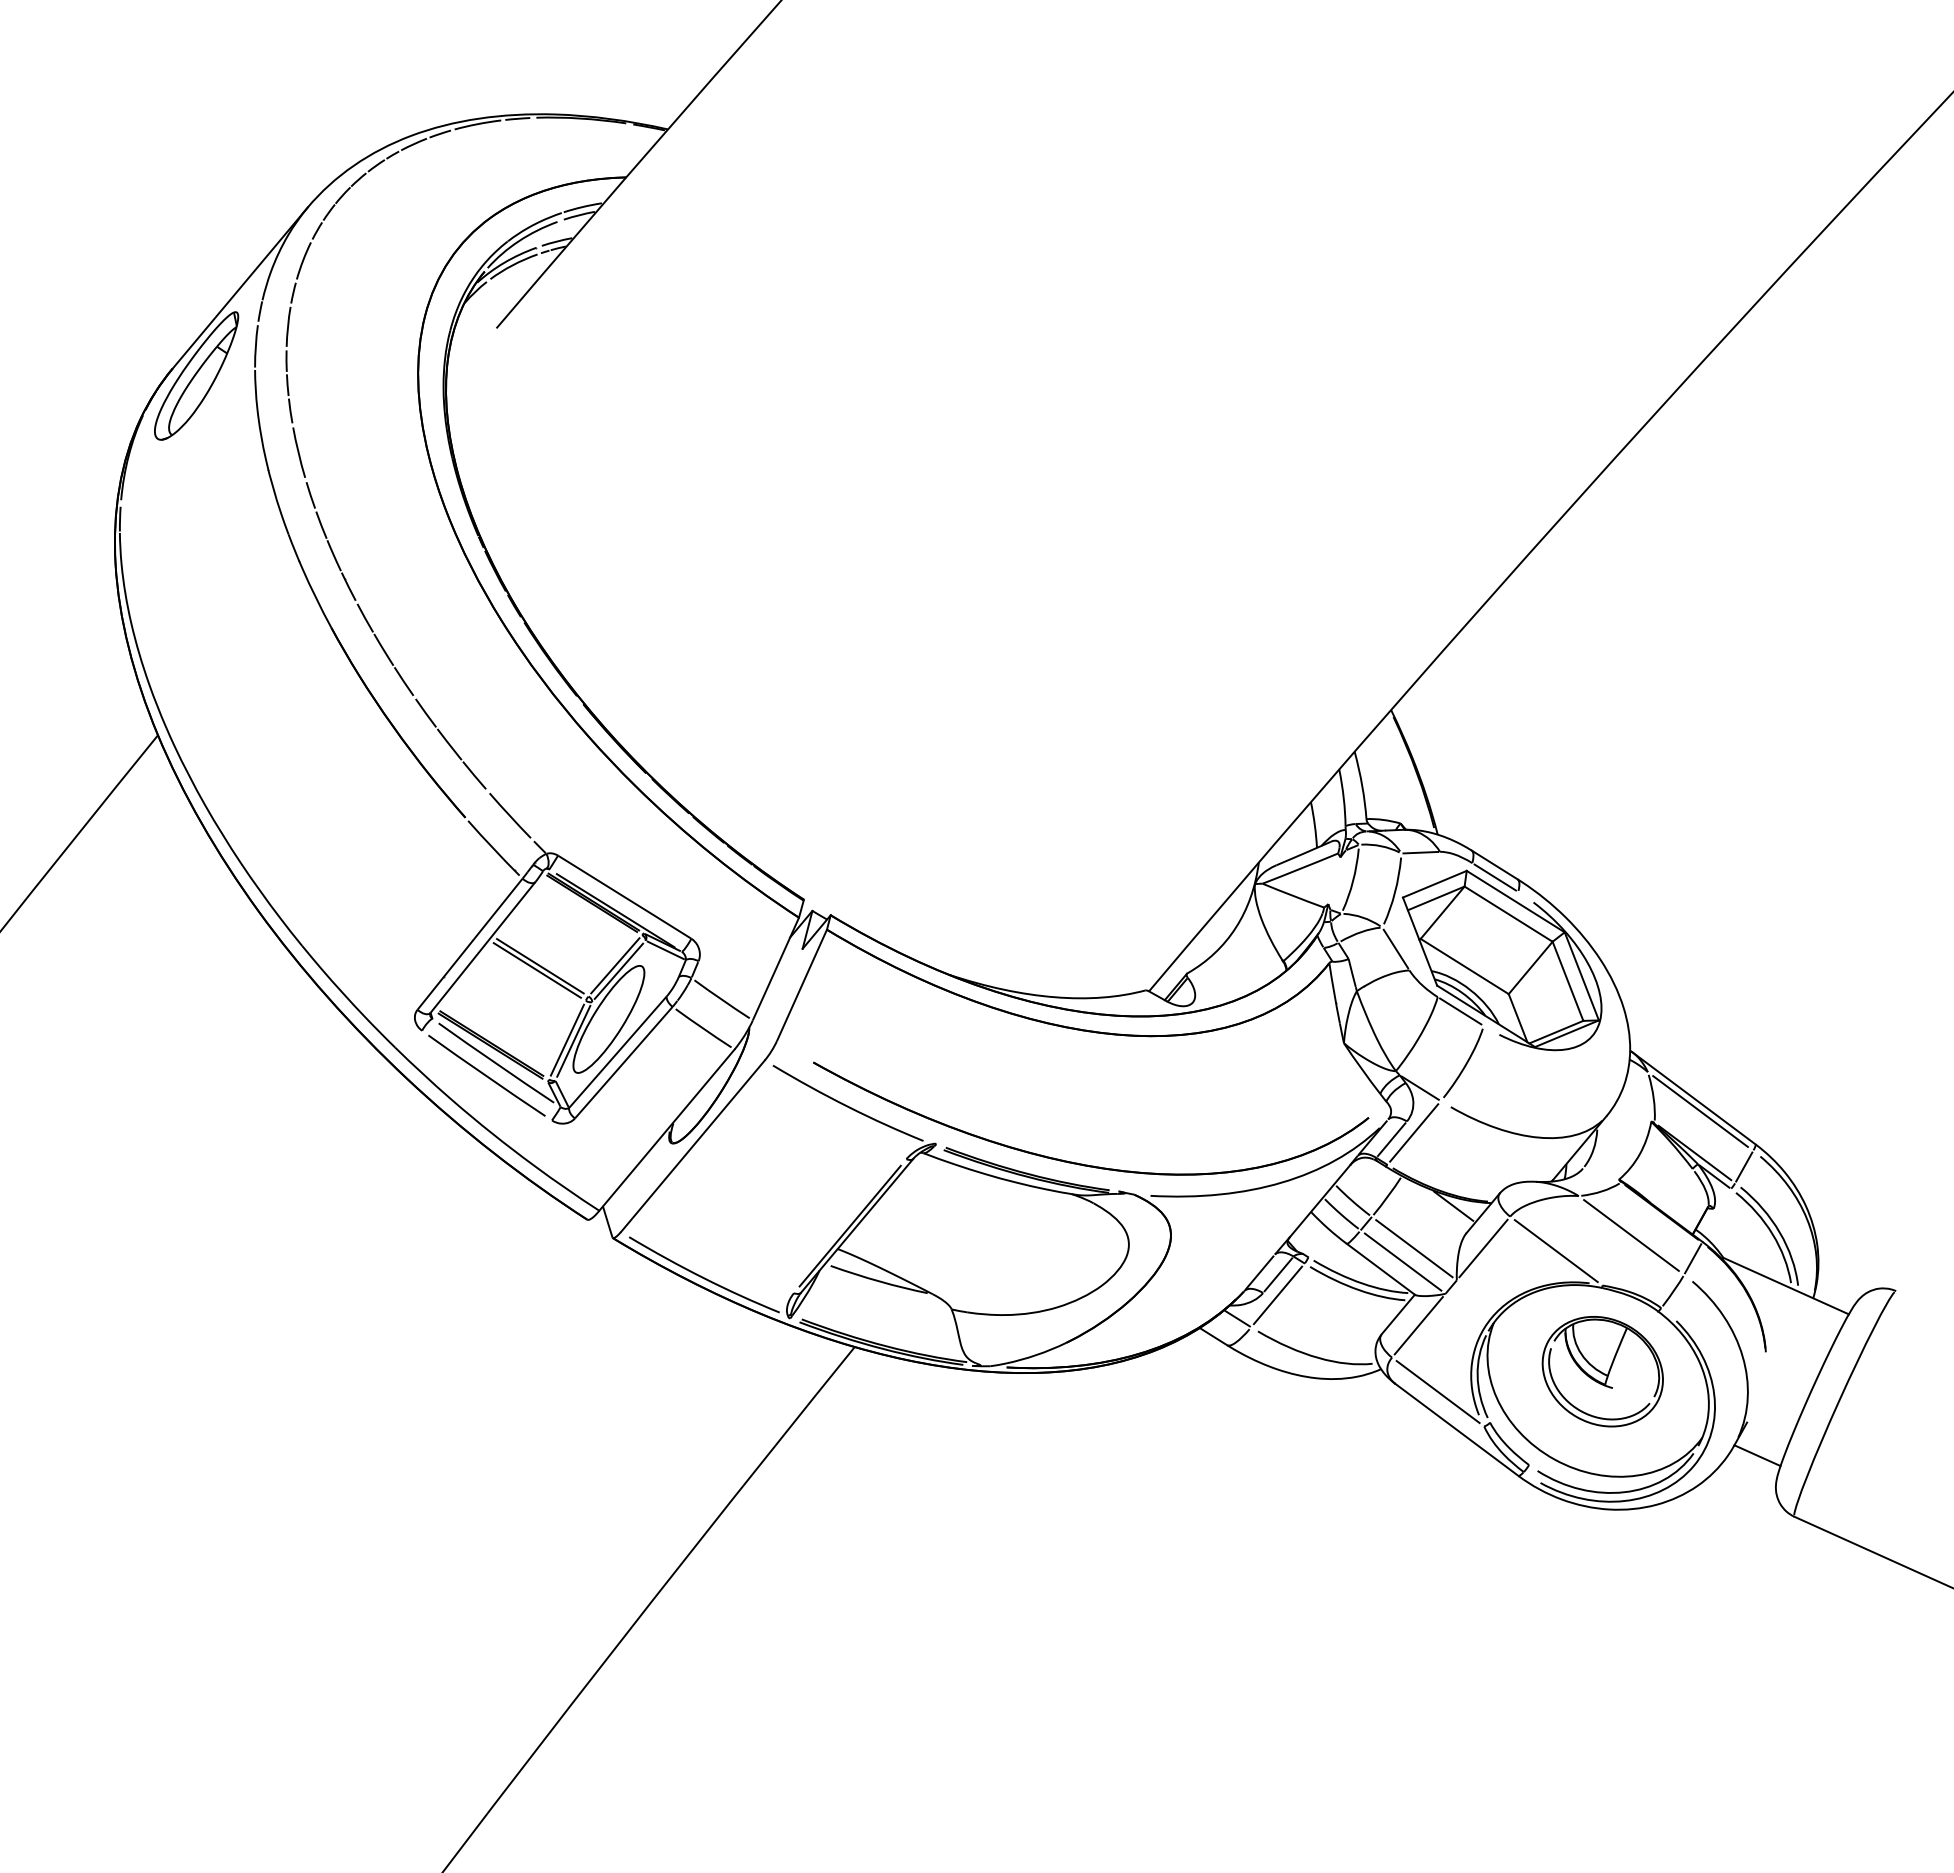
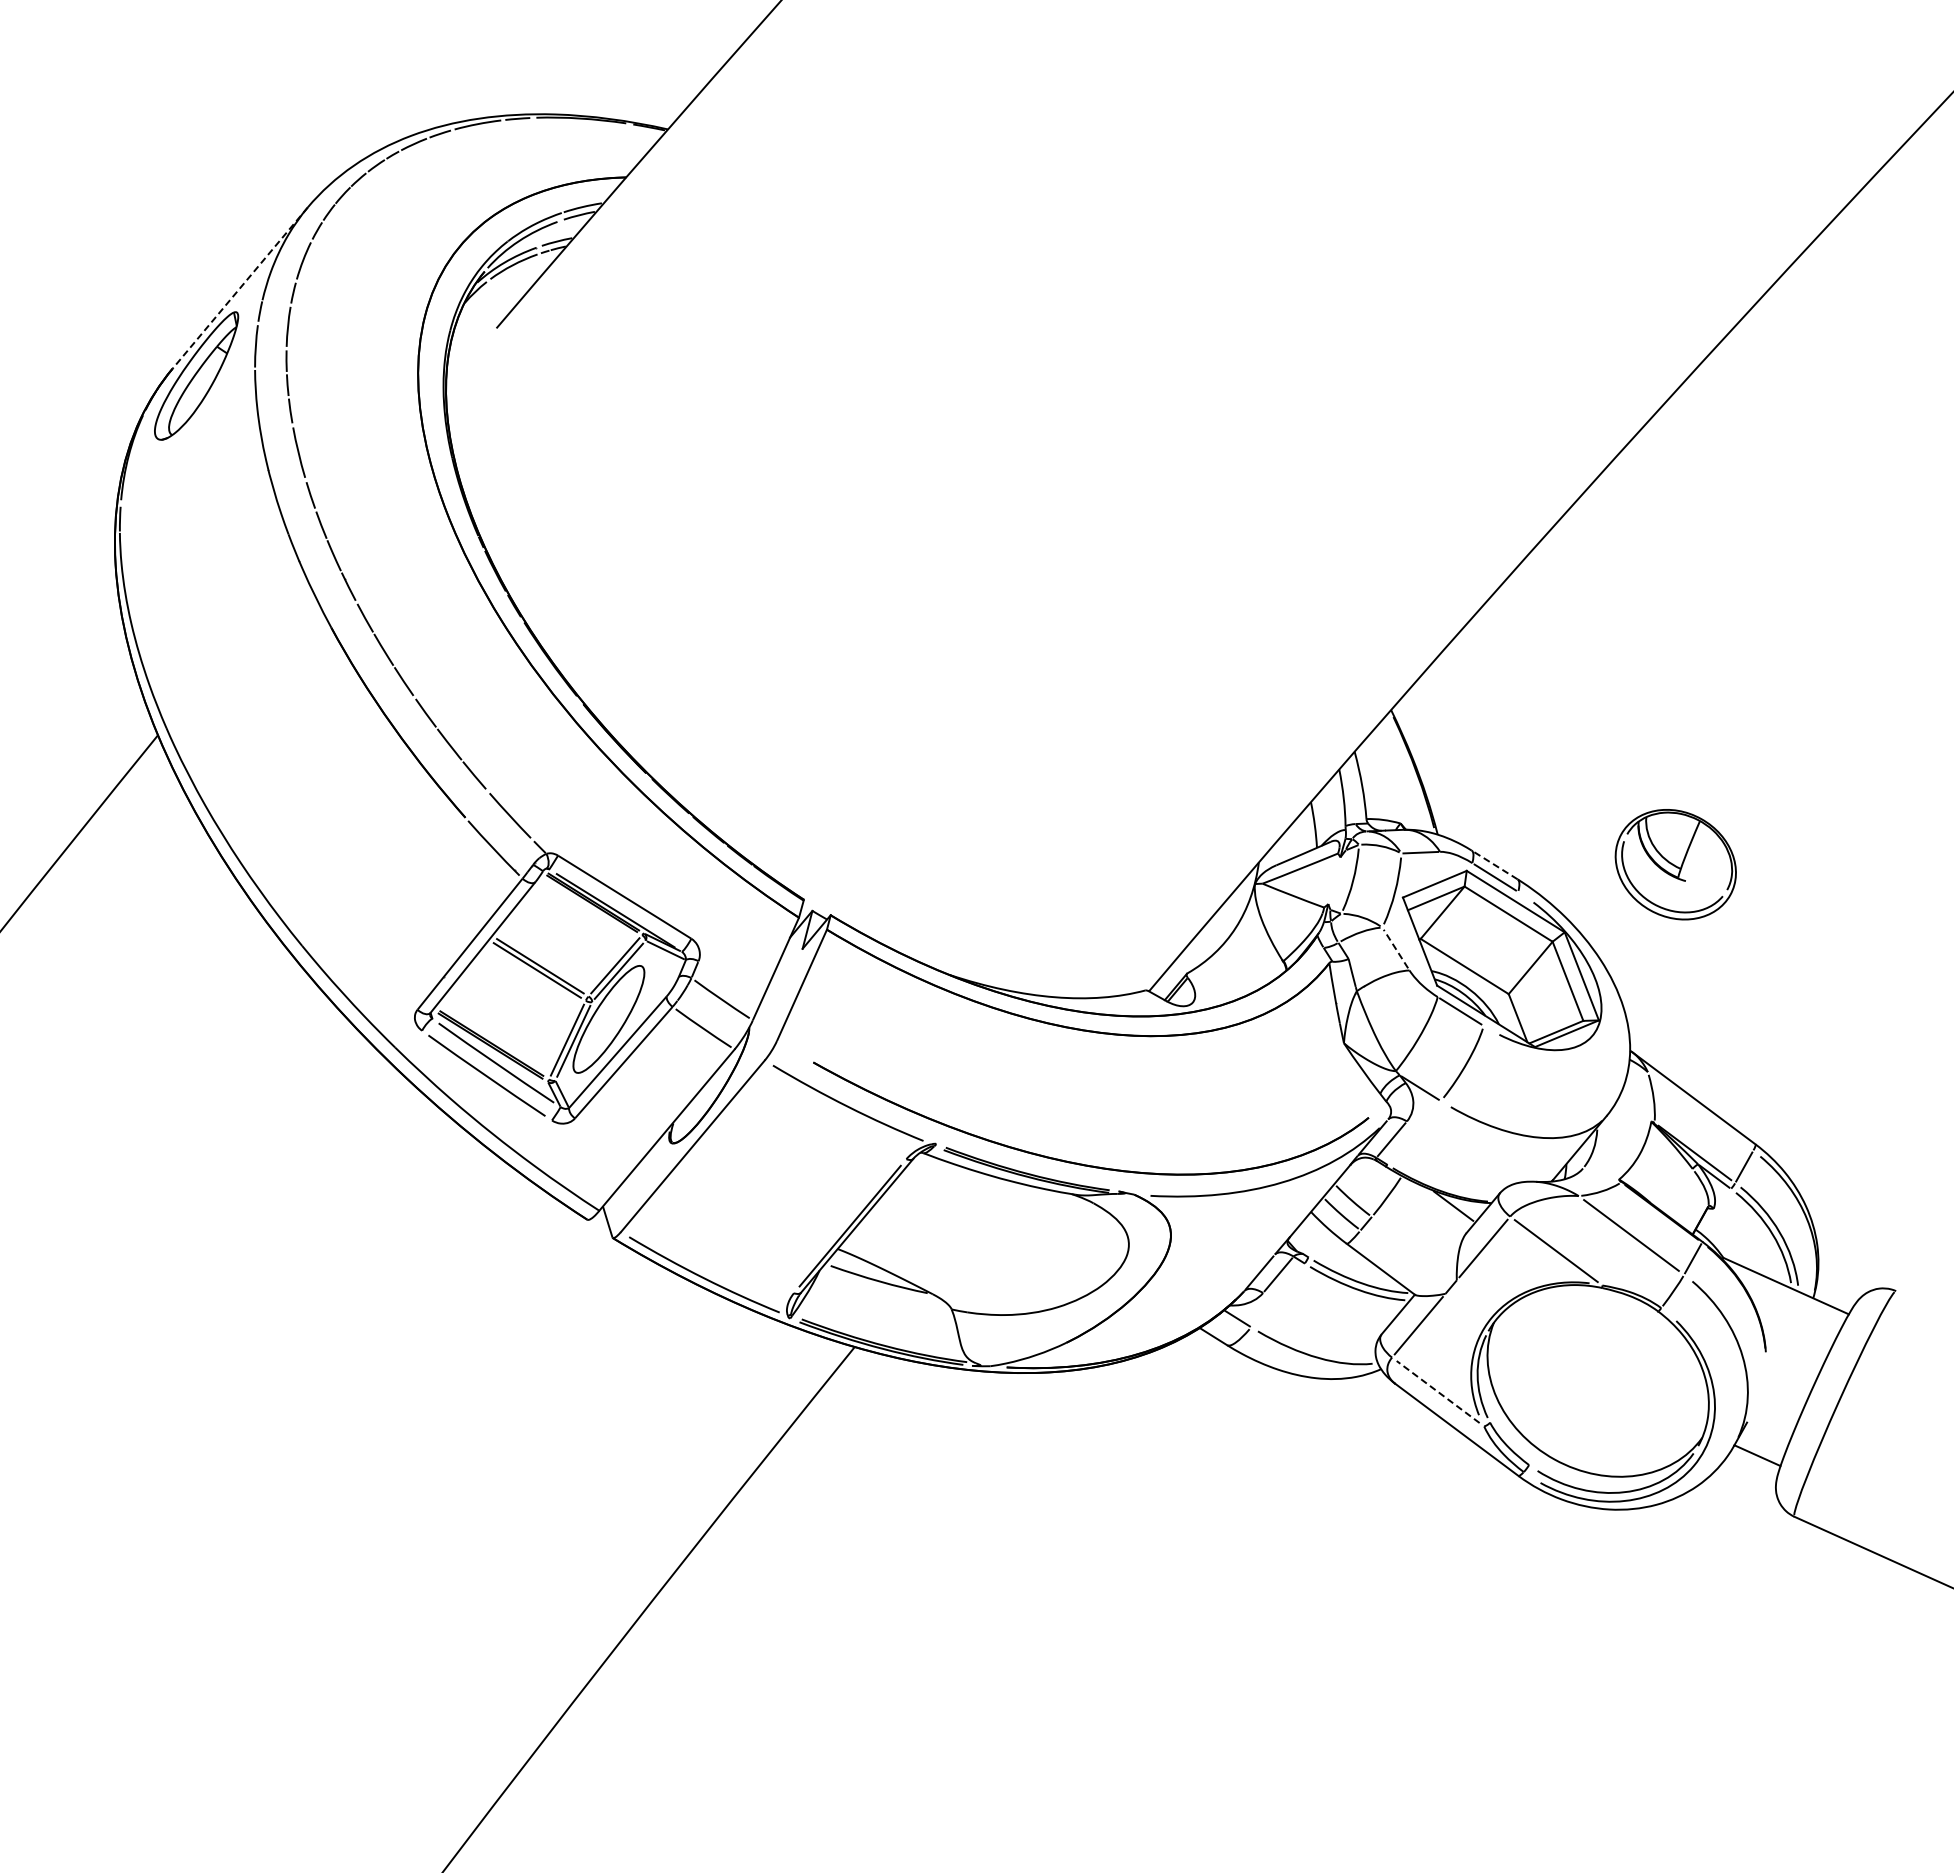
line at (239, 288): solid -> dashed
line at (1494, 864): solid -> dashed
line at (1395, 949): solid -> dashed
line at (1700, 1111): present -> none
line at (1414, 1132): present -> none
line at (1414, 1248): present -> none
line at (1402, 1261): present -> none
line at (1277, 1295): present -> none
part at (1602, 1371) position: (1602, 1371) -> (1675, 864)
line at (1438, 1392): solid -> dashed
